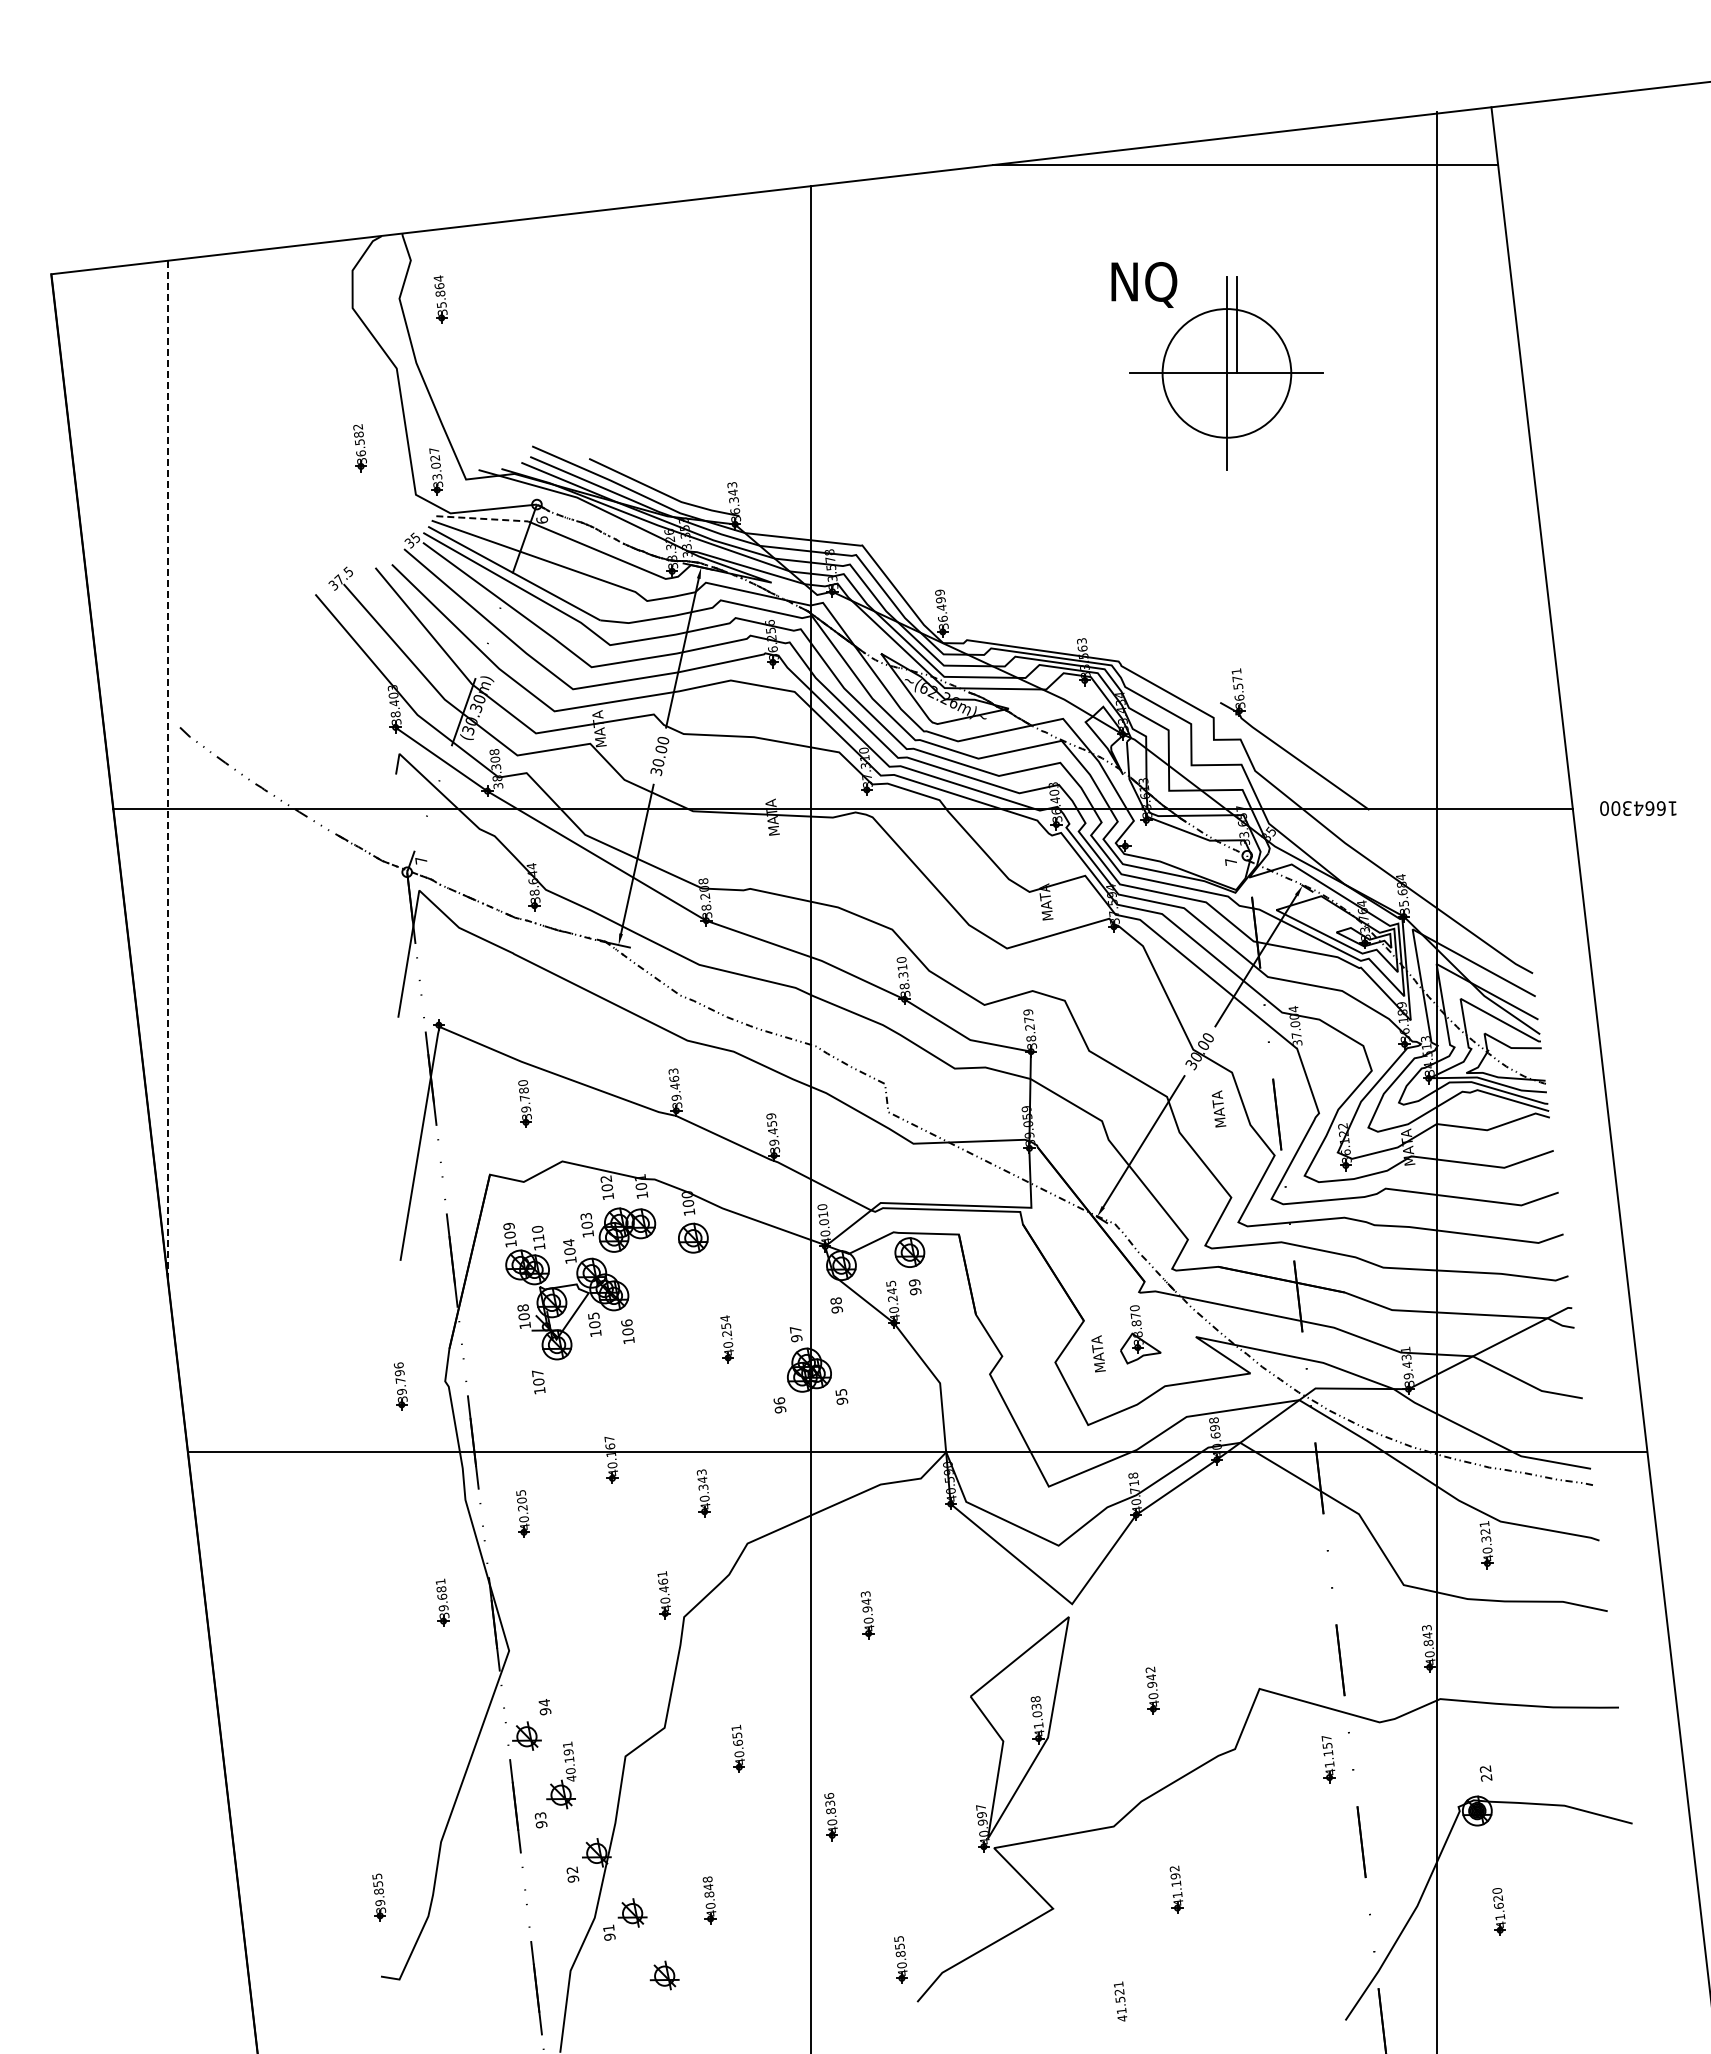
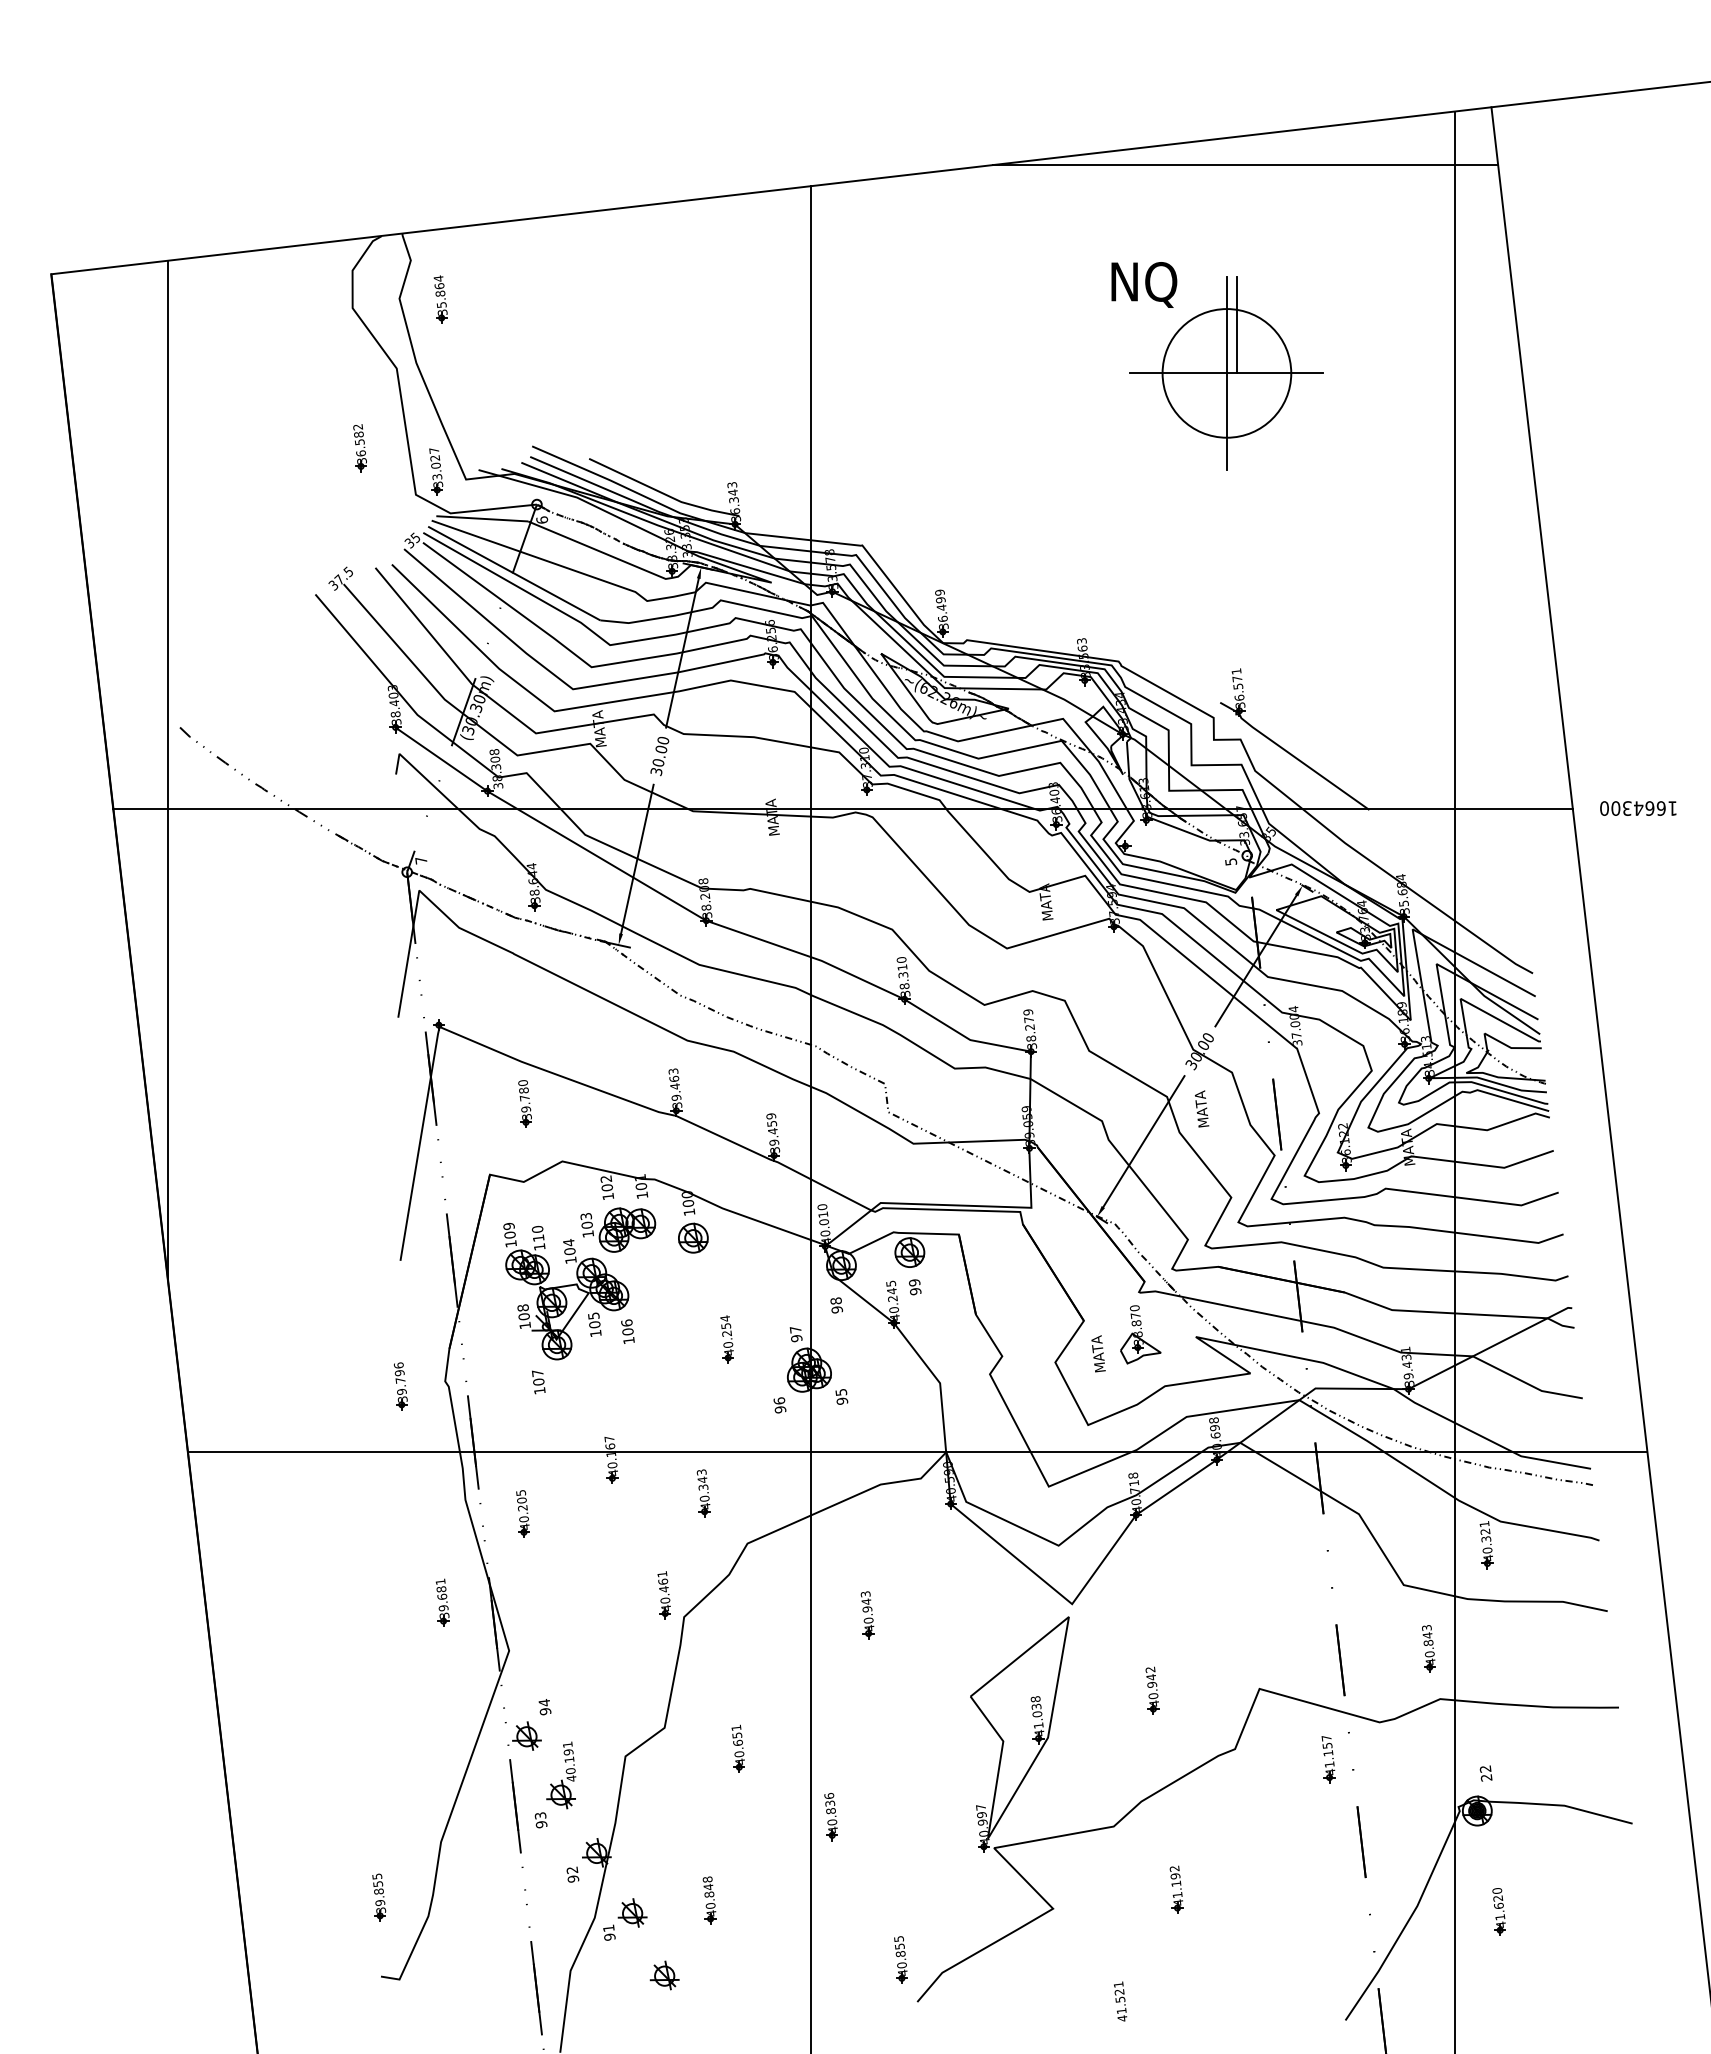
line at (482, 518): dashed -> solid
line at (167, 770): dashed -> solid
text at (1231, 861): 7 -> 5
line at (1436, 1080) position: (1436, 1080) -> (1454, 1080)
text at (1219, 1108) position: (1219, 1108) -> (1202, 1108)
